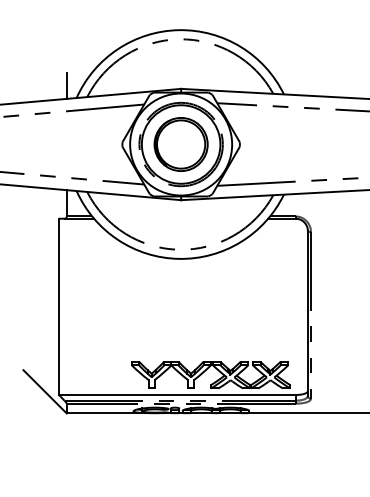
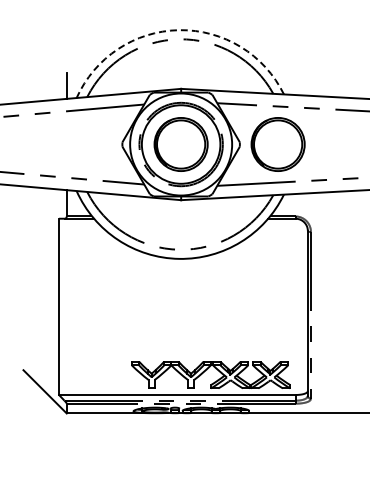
arc at (179, 30): solid -> dashed
part at (277, 144): none -> present
